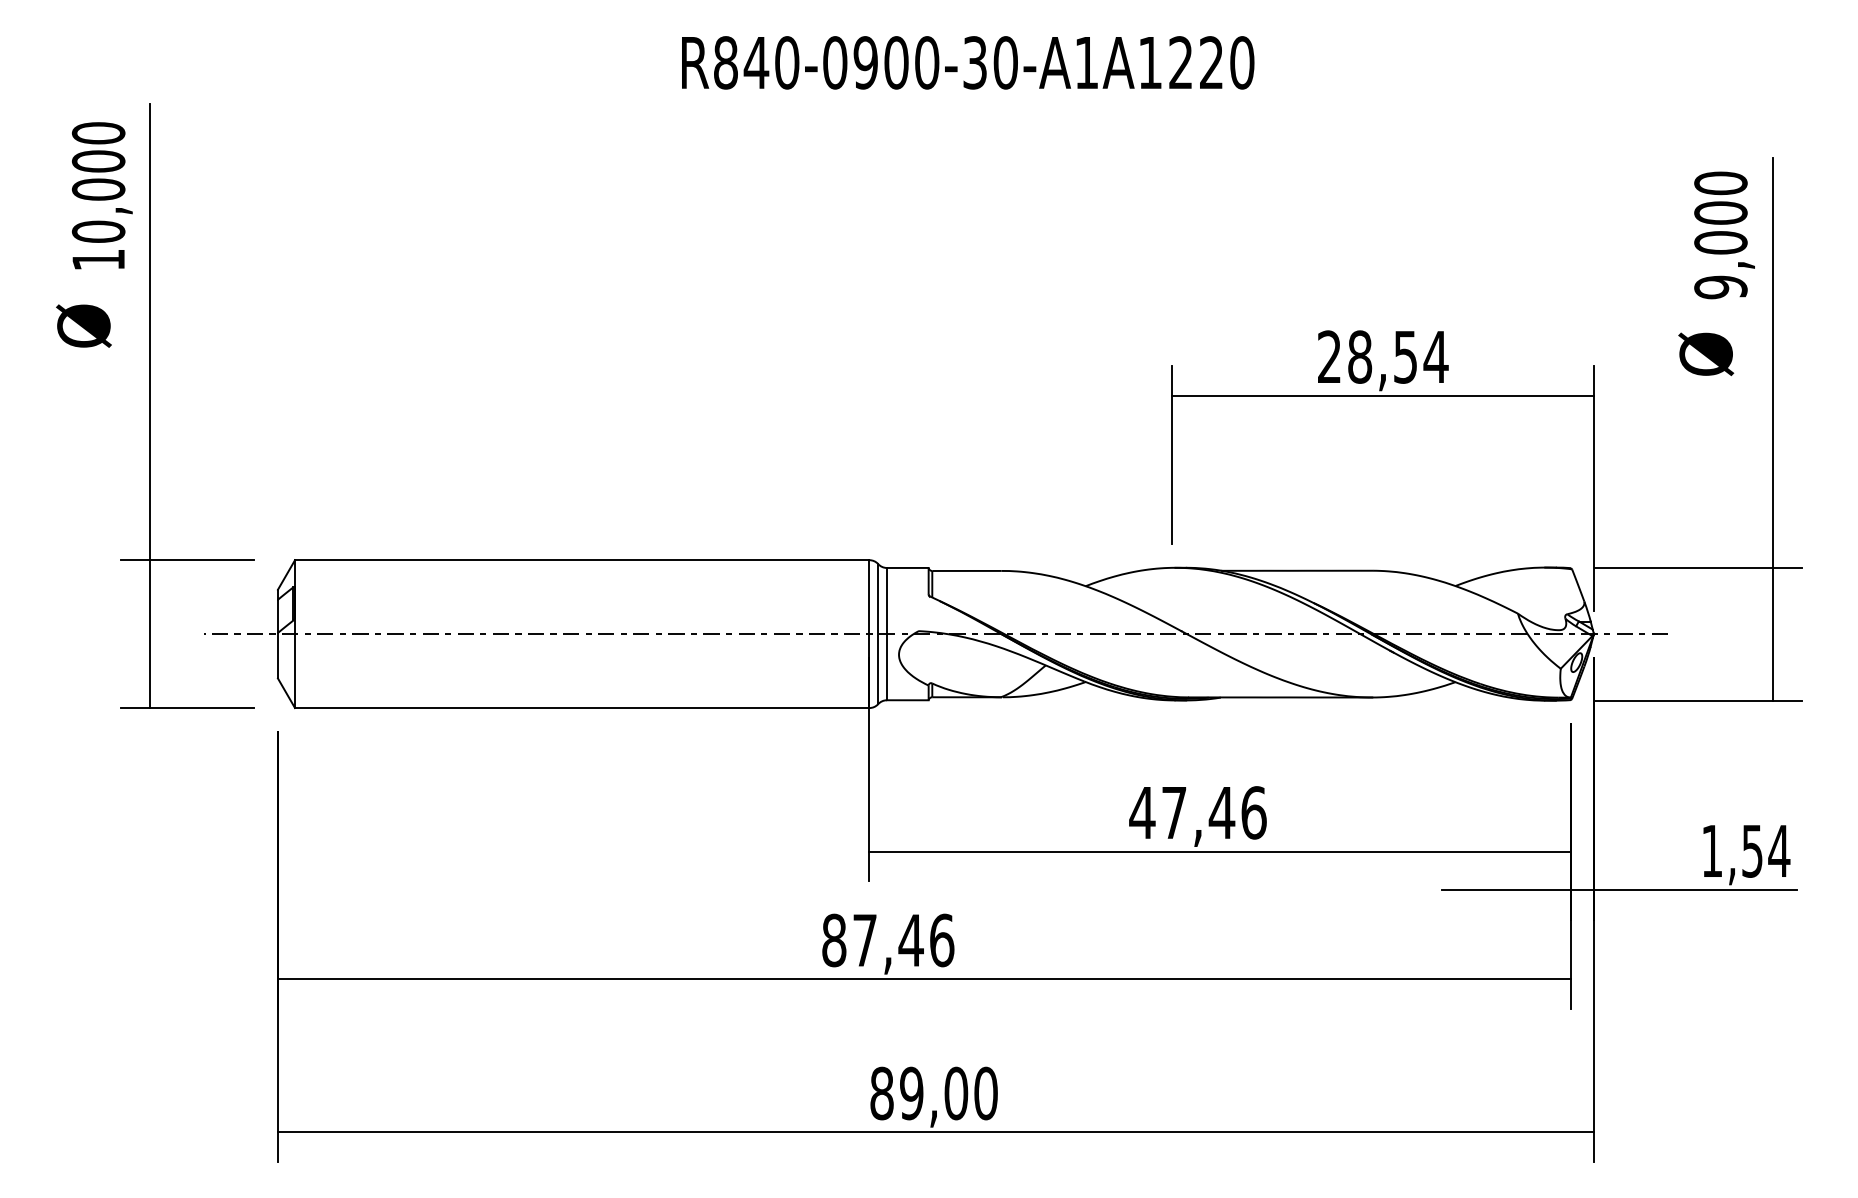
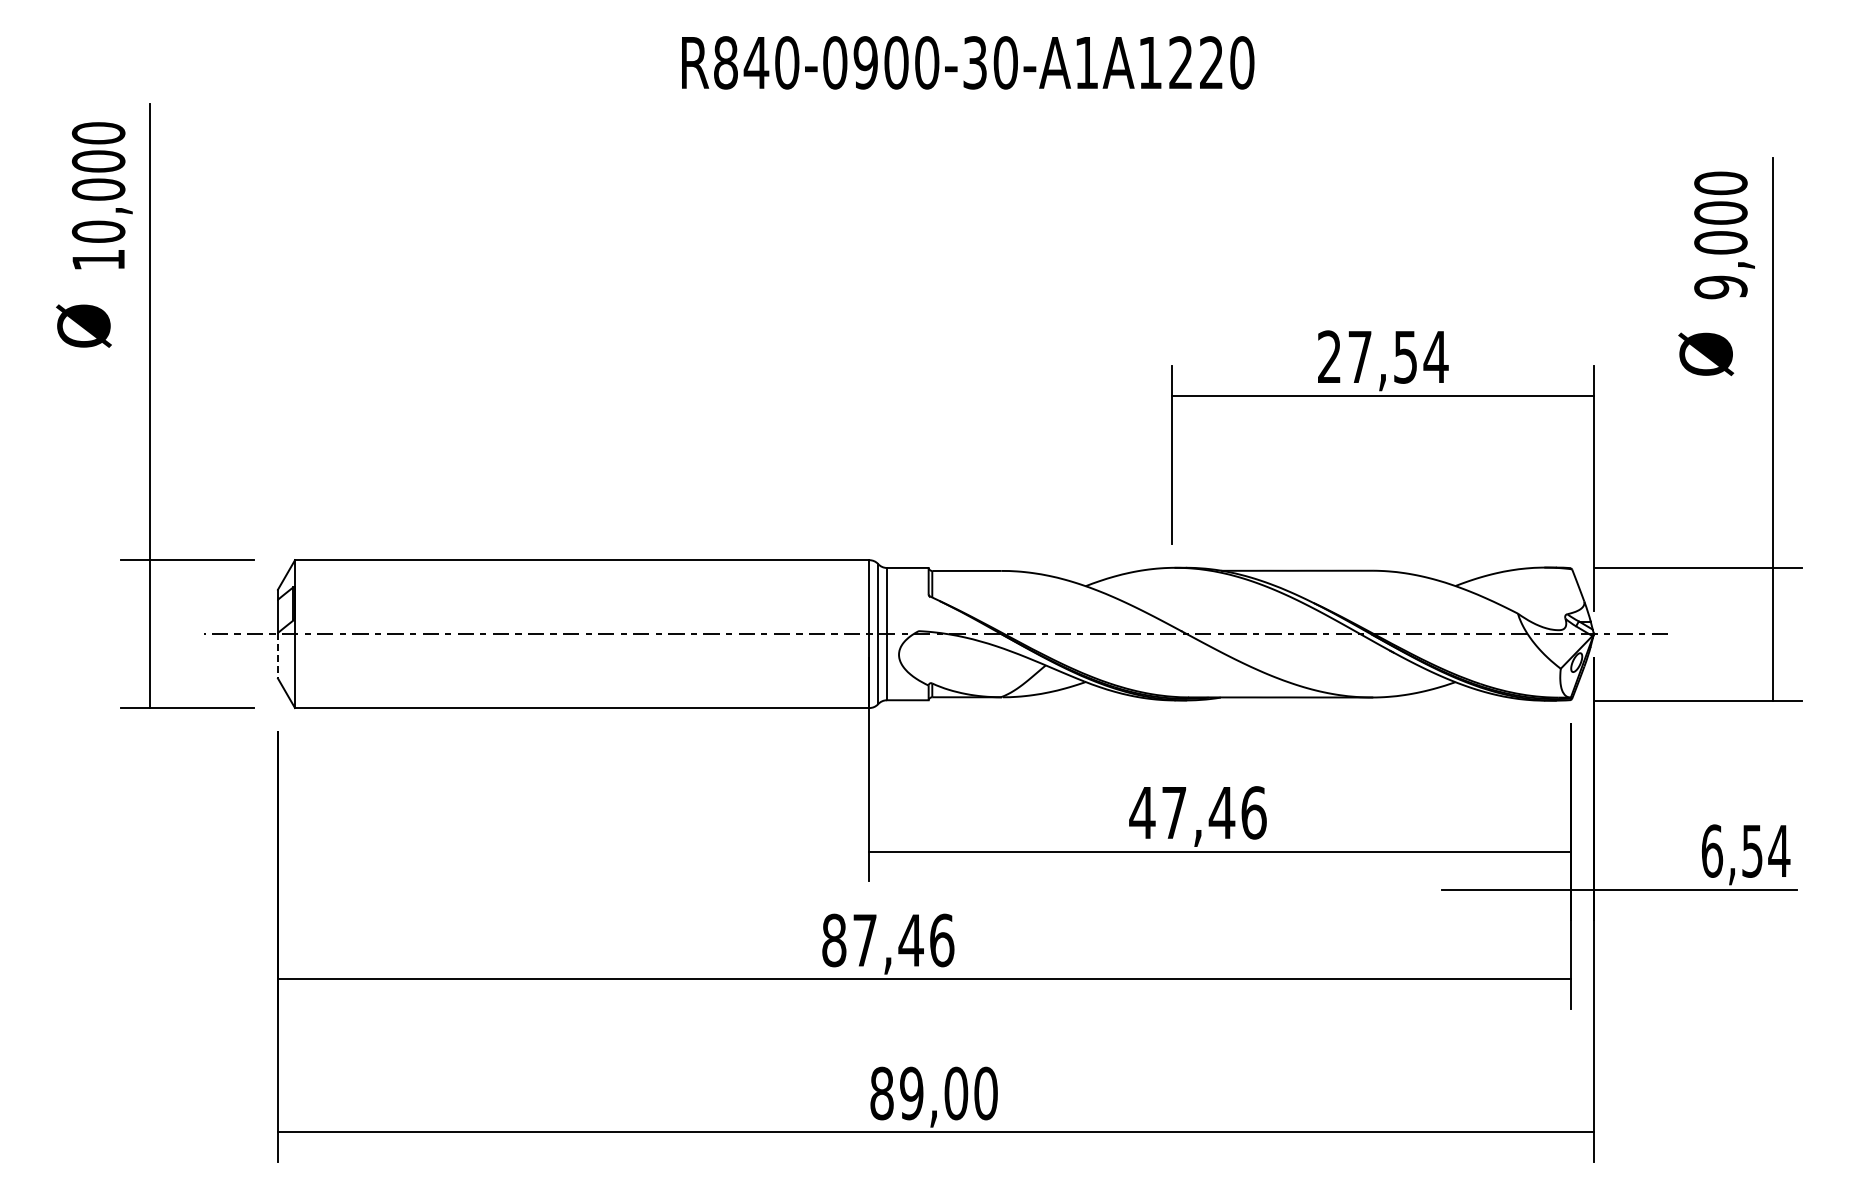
text at (1360, 356): 28,54 -> 27,54
line at (277, 655): solid -> dashed
text at (1712, 850): 1,54 -> 6,54
